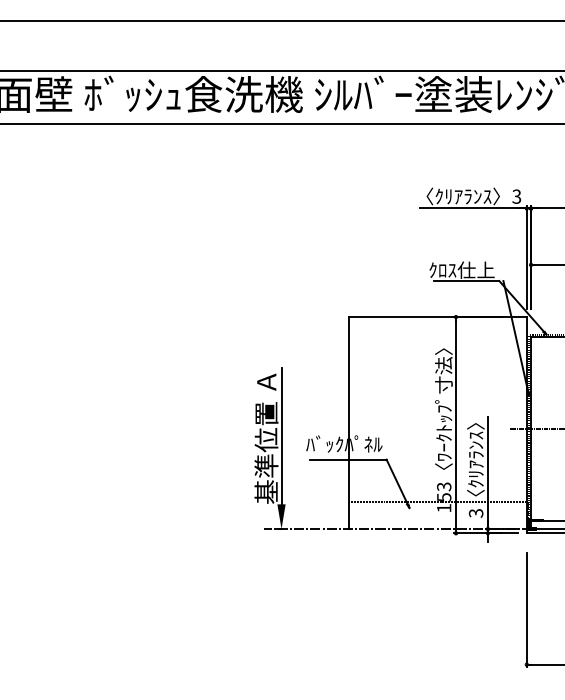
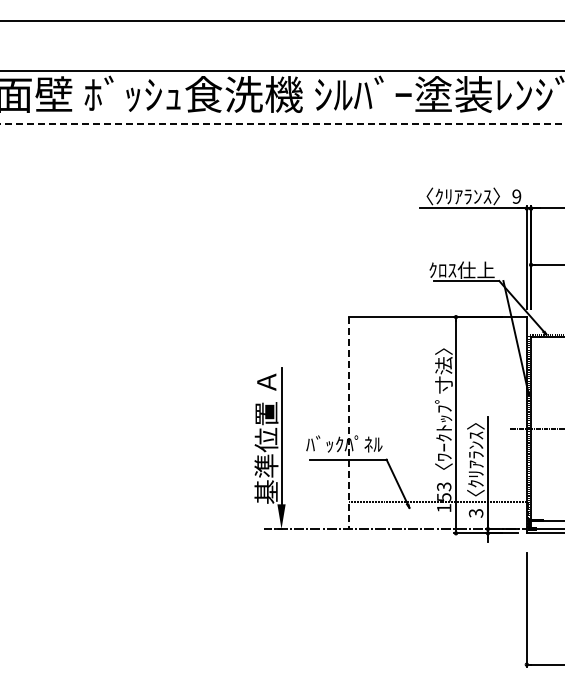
line at (282, 123): solid -> dashed
text at (516, 196): 3 -> 9
line at (349, 423): solid -> dashed
